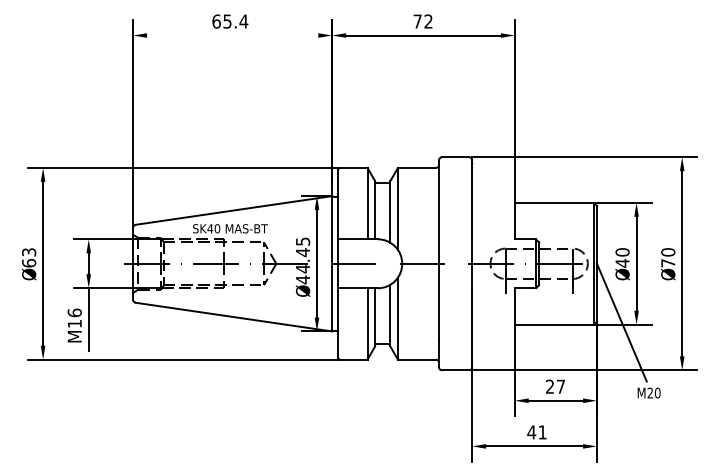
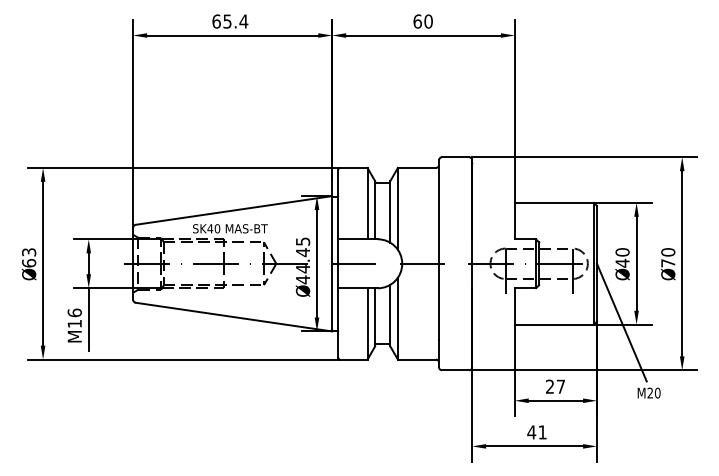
text at (422, 21): 72 -> 60
line at (232, 35): none -> present
